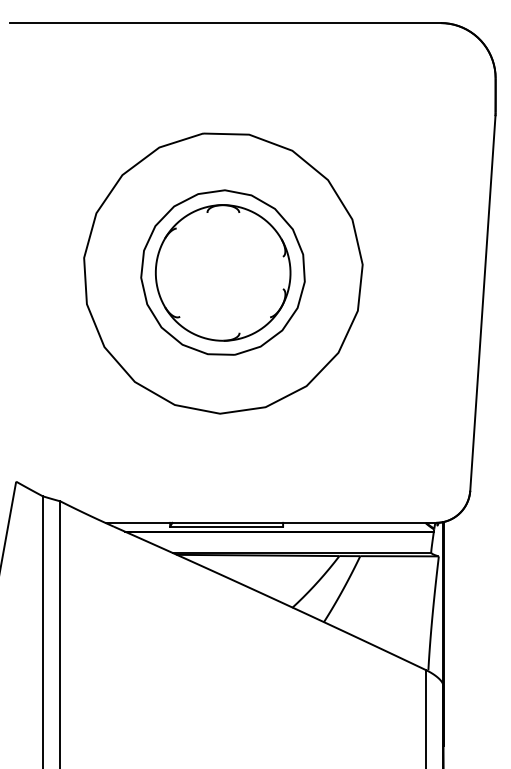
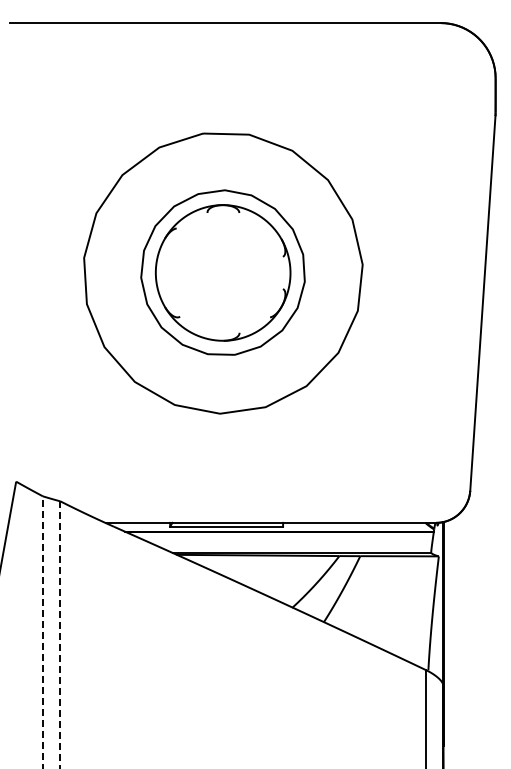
line at (42, 632): solid -> dashed
line at (60, 635): solid -> dashed
